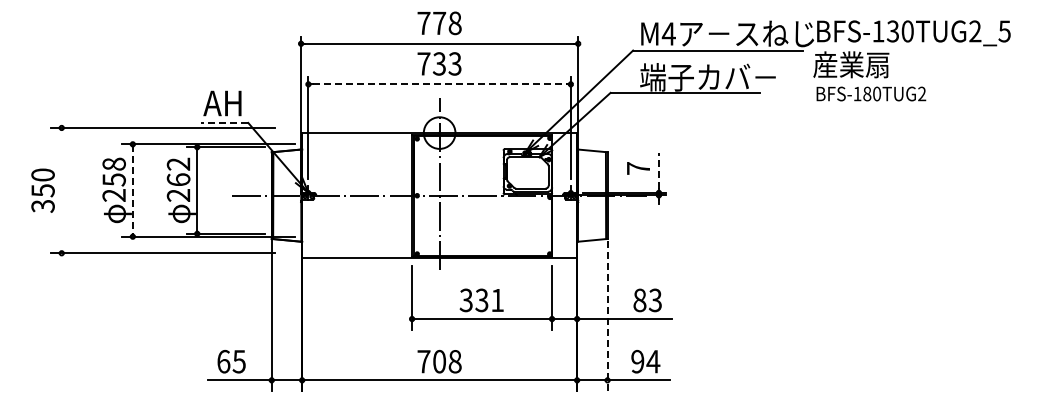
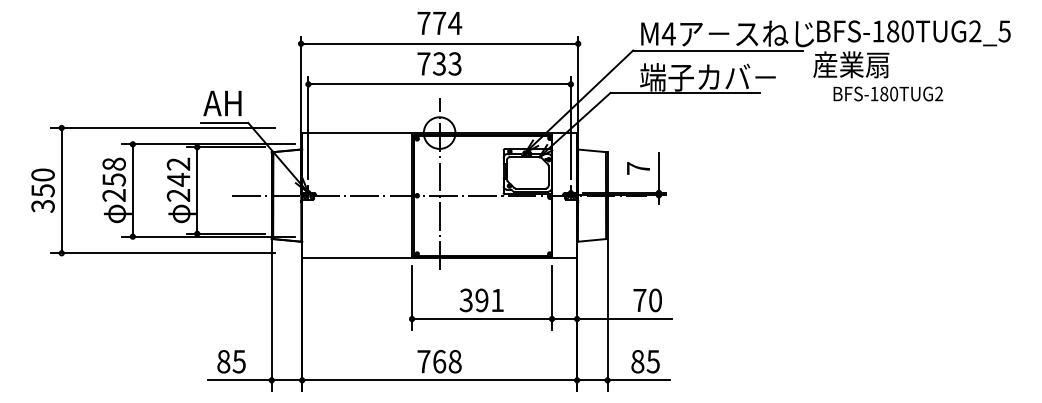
text at (455, 23): 778 -> 774
text at (892, 31): BFS-130TUG2_5 -> BFS-180TUG2_5
line at (439, 84): dashed -> solid
text at (871, 93) position: (871, 93) -> (888, 93)
line at (224, 122): dashed -> solid
line at (658, 170): dashed -> solid
text at (178, 179): 262 -> 242
line at (61, 190): none -> present
line at (132, 191): dashed -> solid
text at (481, 300): 331 -> 391
text at (647, 300): 83 -> 70
line at (607, 316): dashed -> solid
text at (223, 361): 65 -> 85
text at (439, 361): 708 -> 768
text at (645, 361): 94 -> 85
